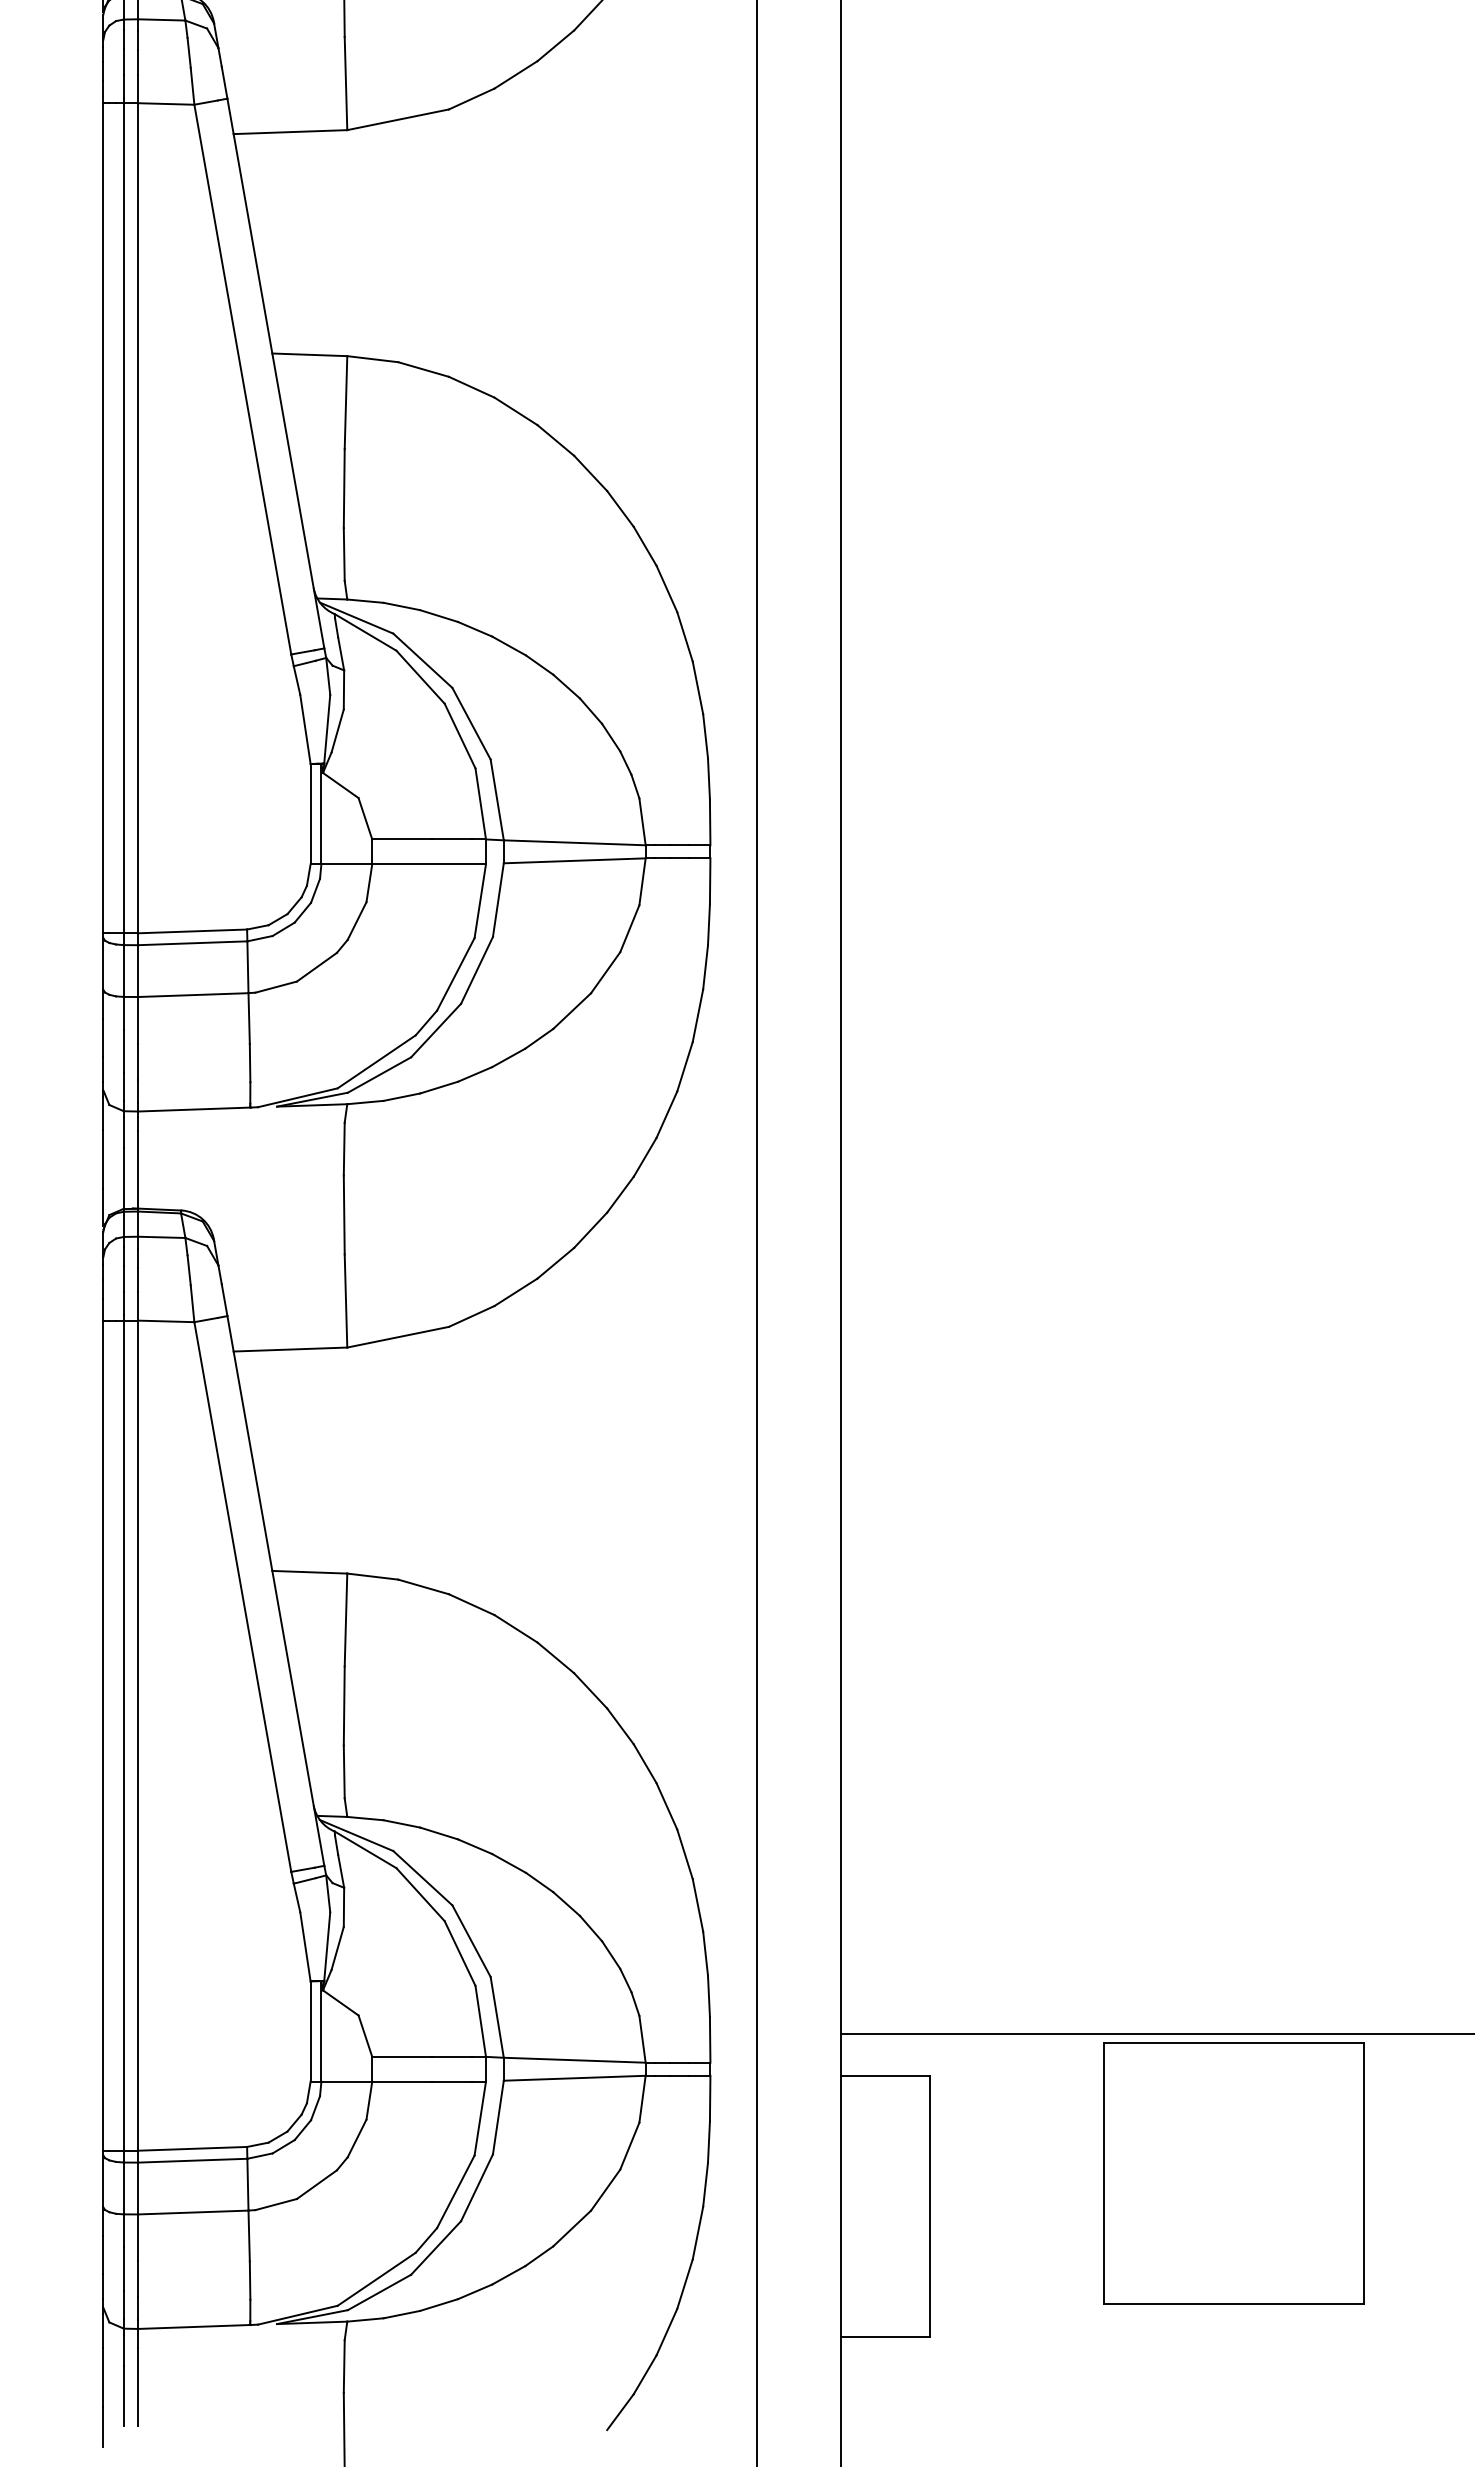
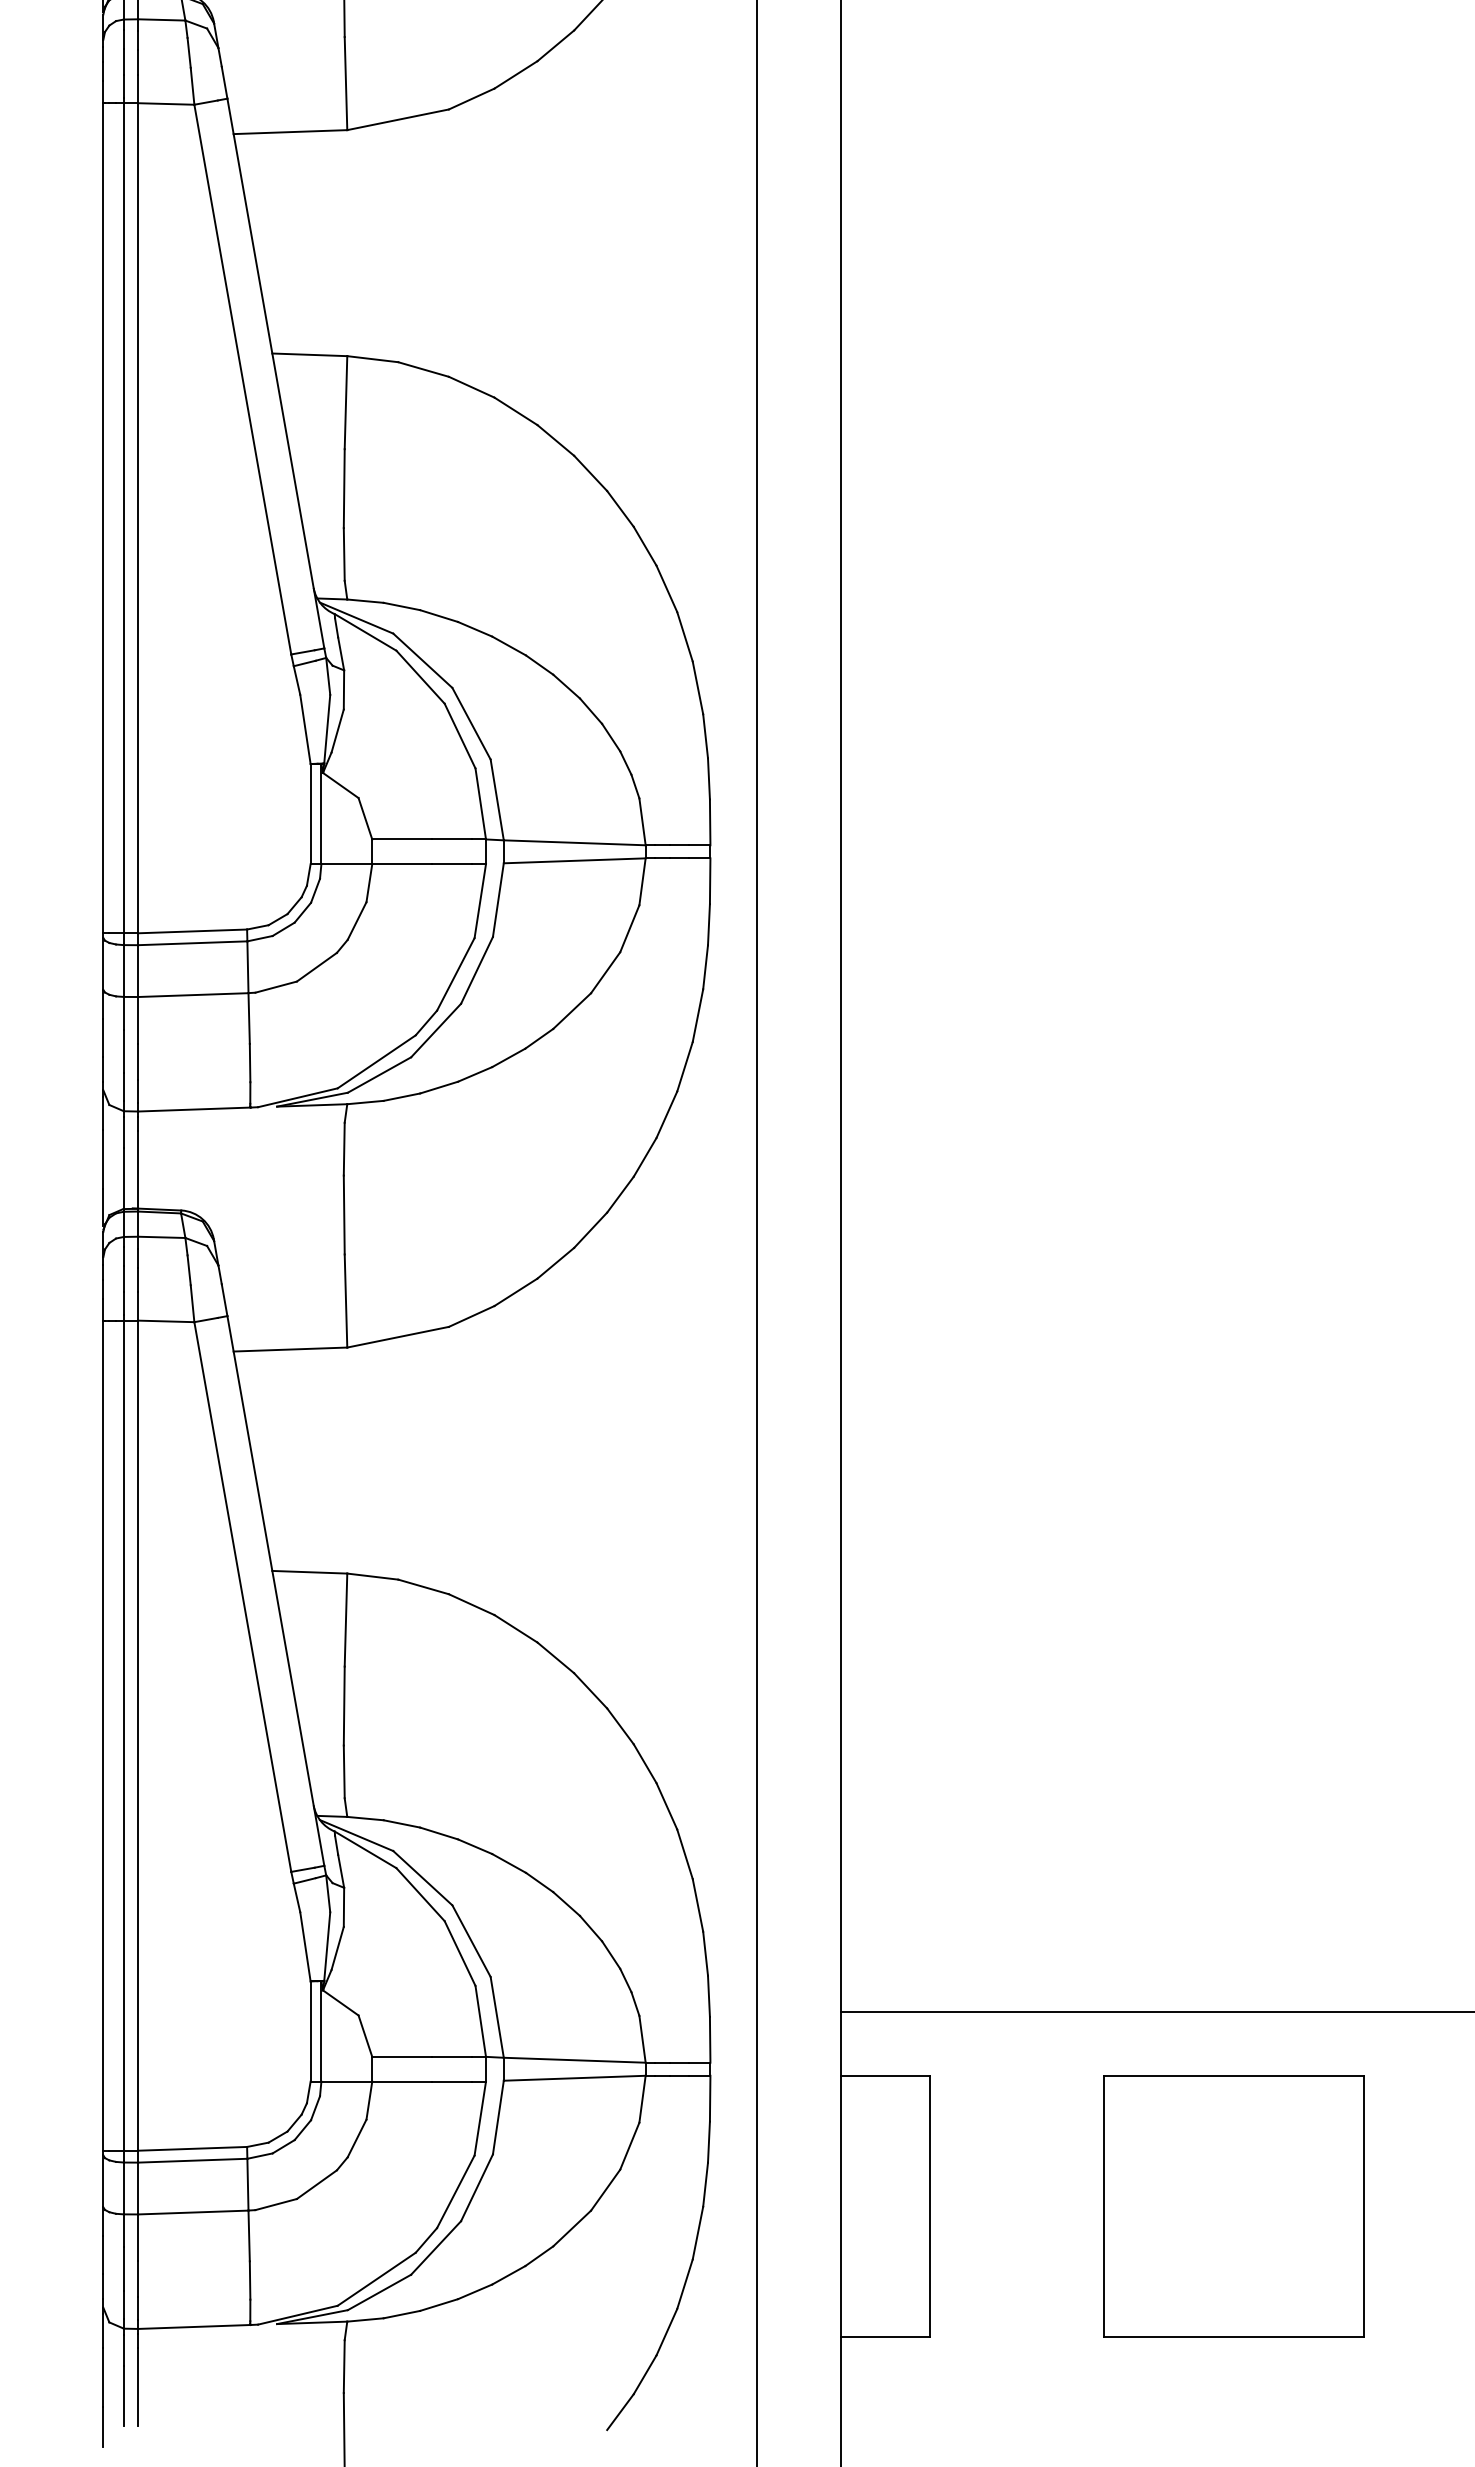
line at (1155, 2033) position: (1155, 2033) -> (1155, 2011)
part at (1233, 2173) position: (1233, 2173) -> (1233, 2206)
